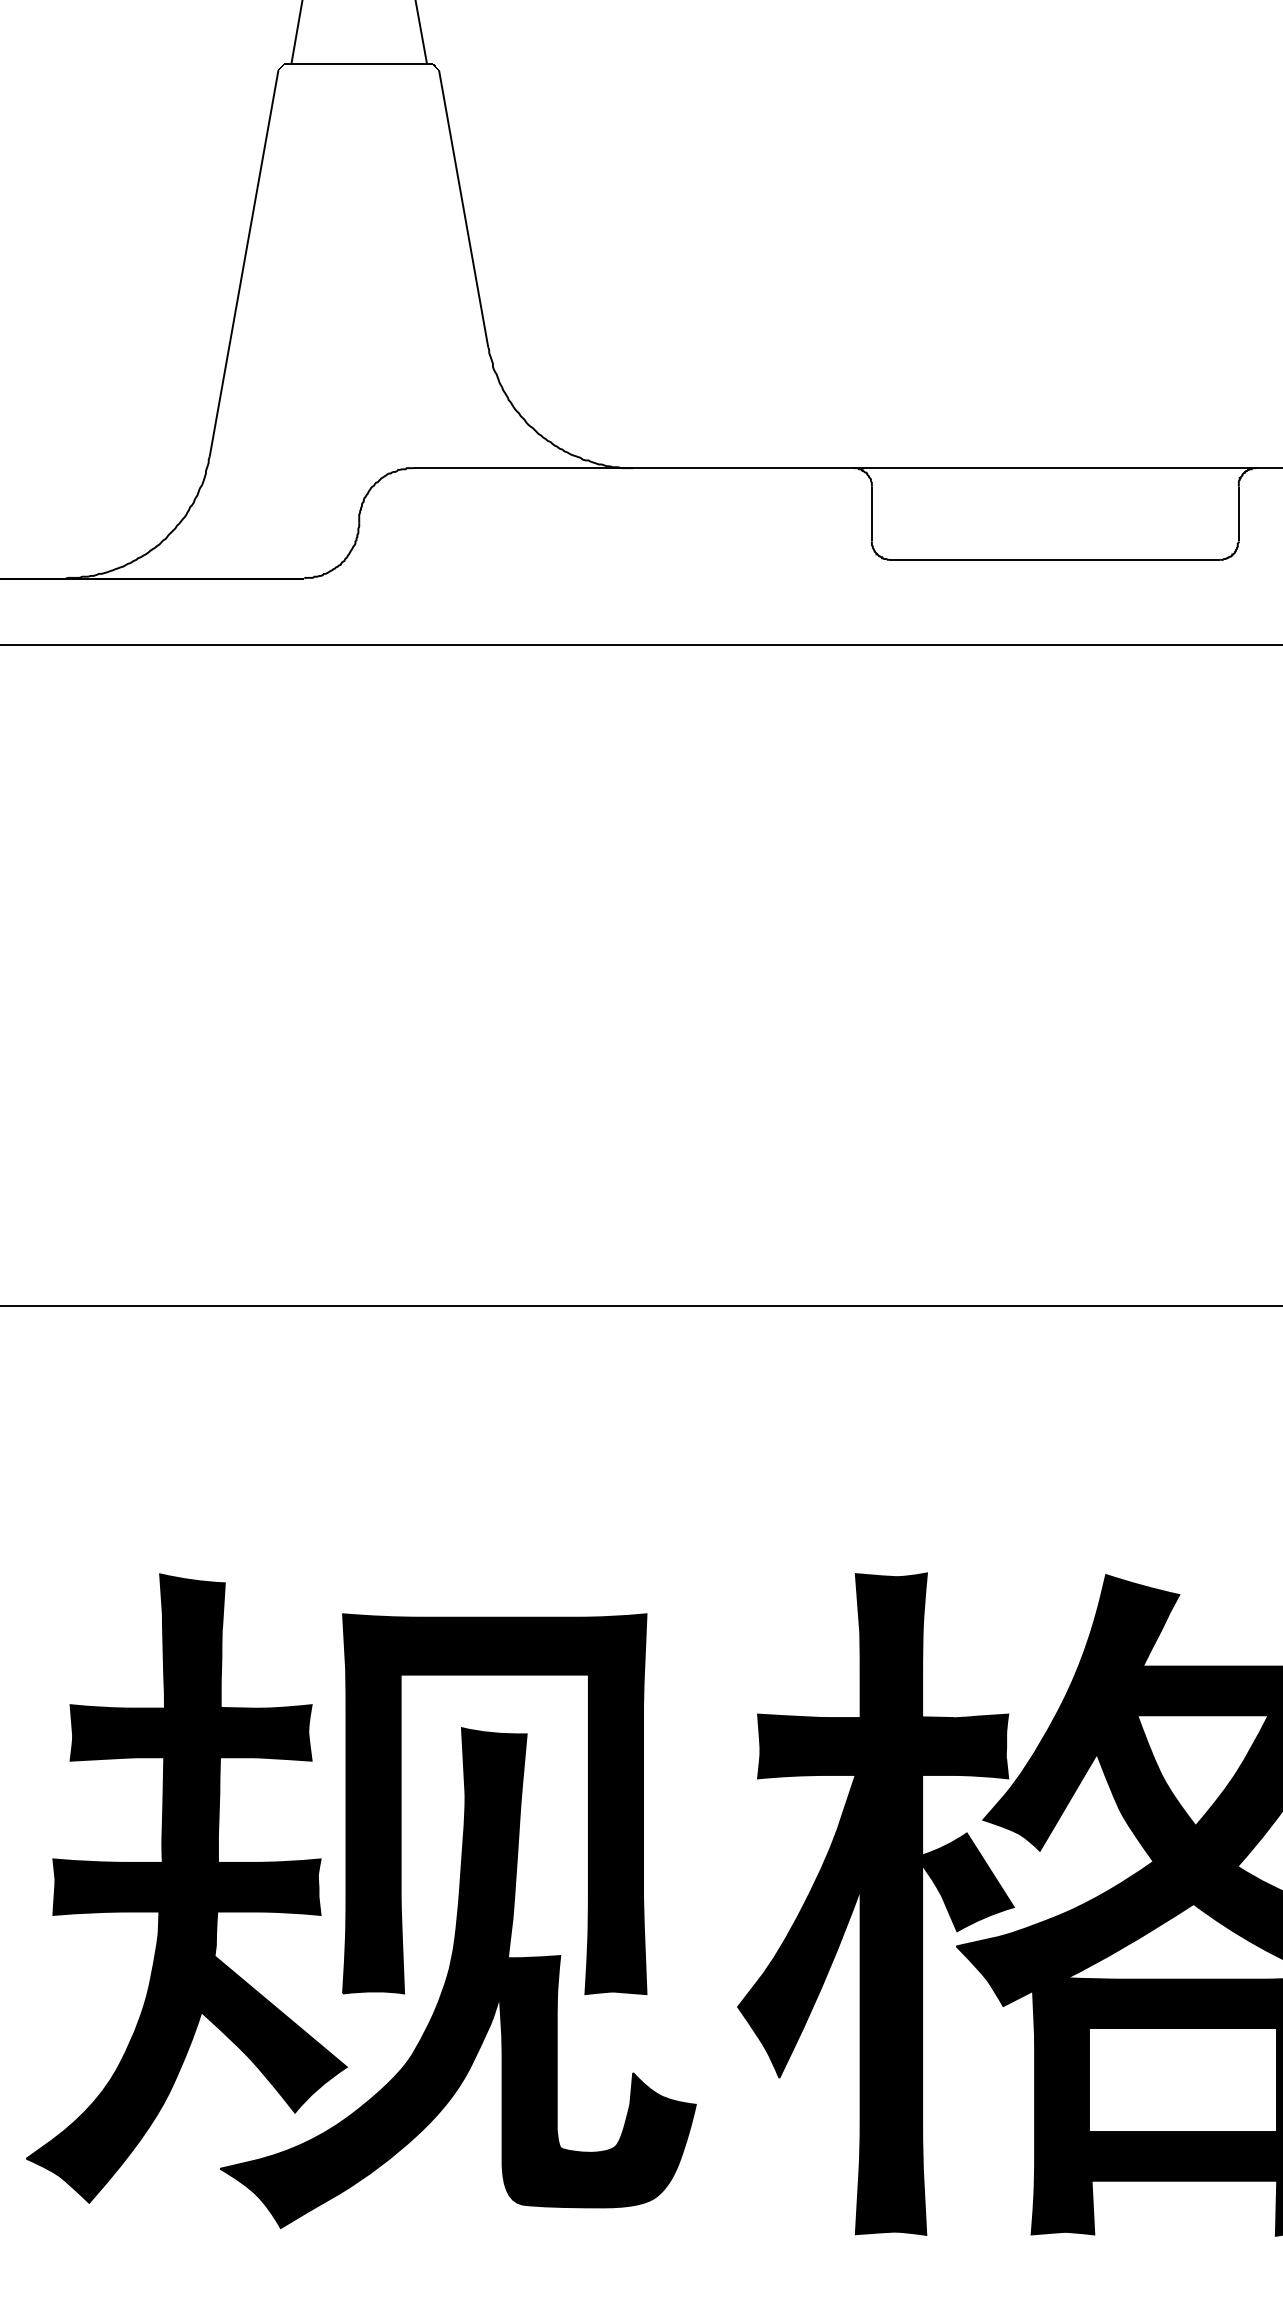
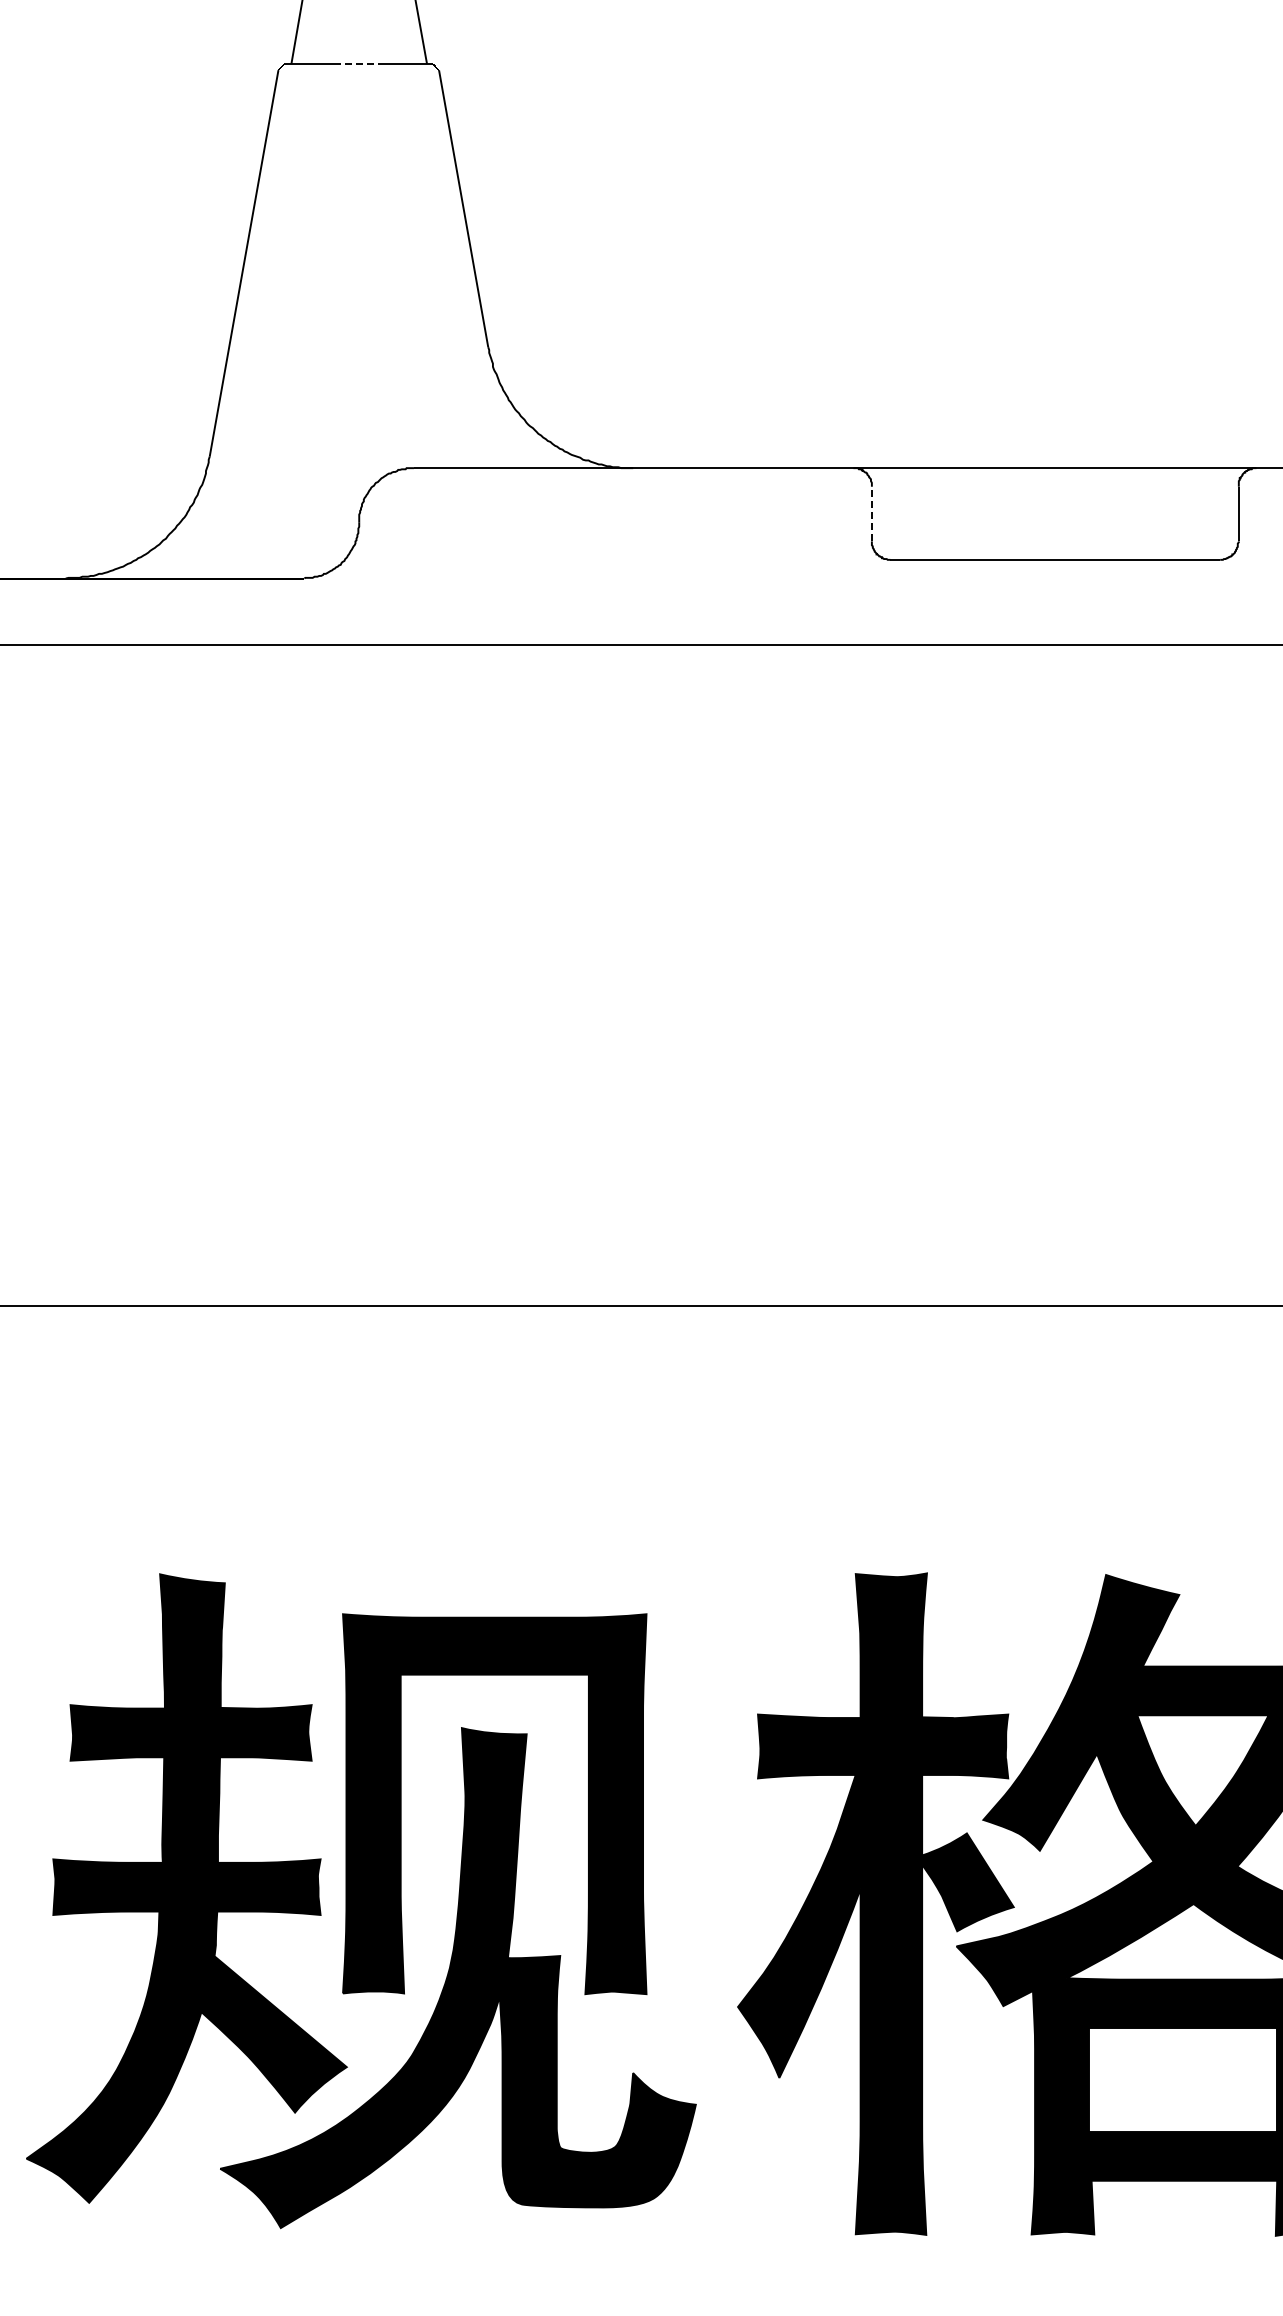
line at (359, 64): solid -> dashed
line at (871, 513): solid -> dashed
